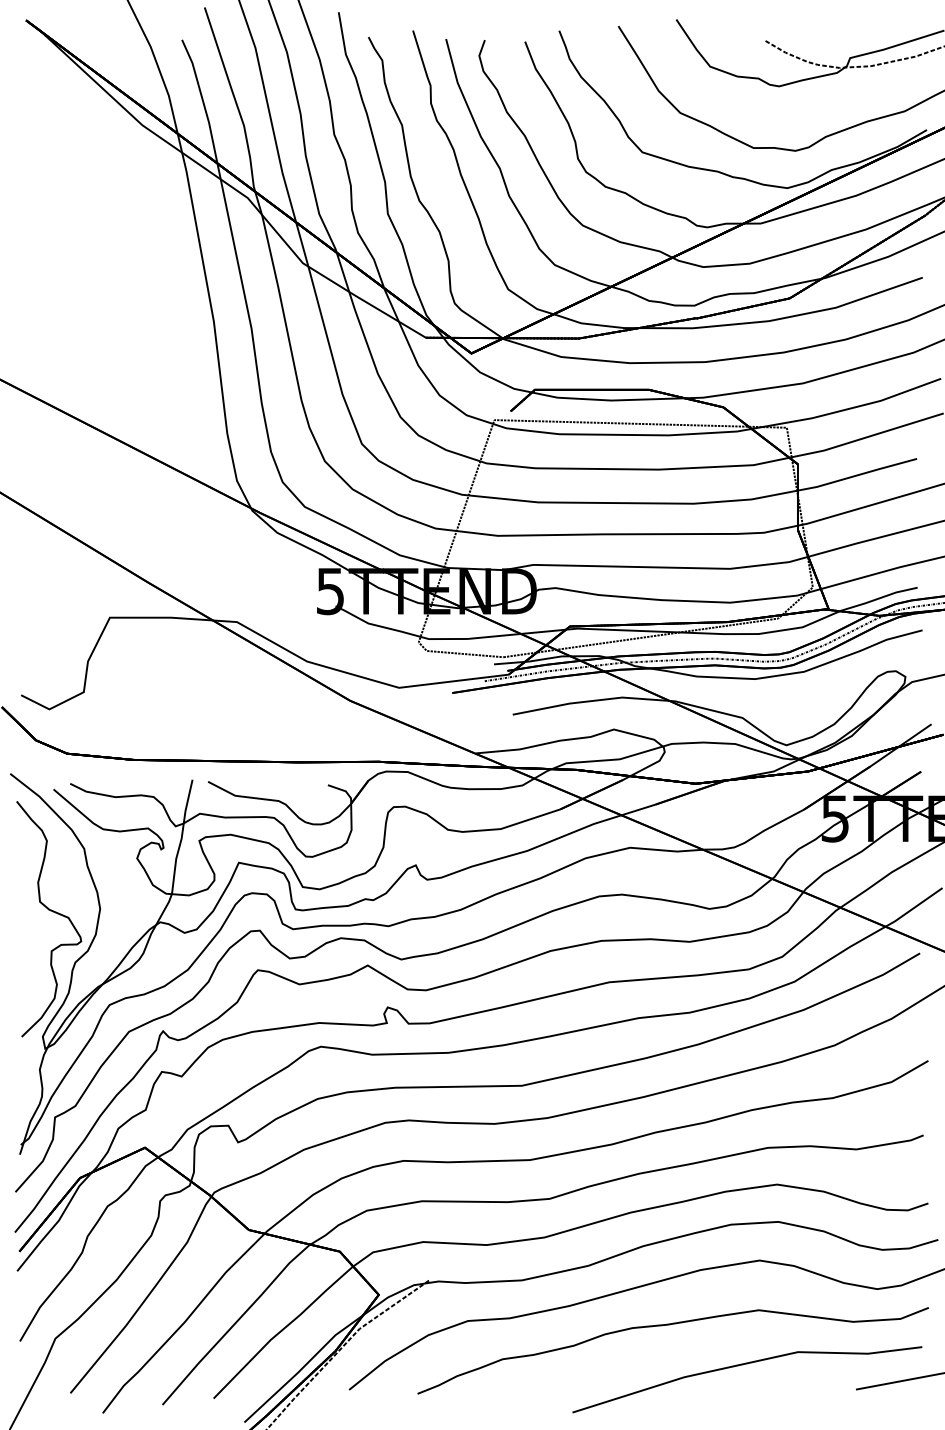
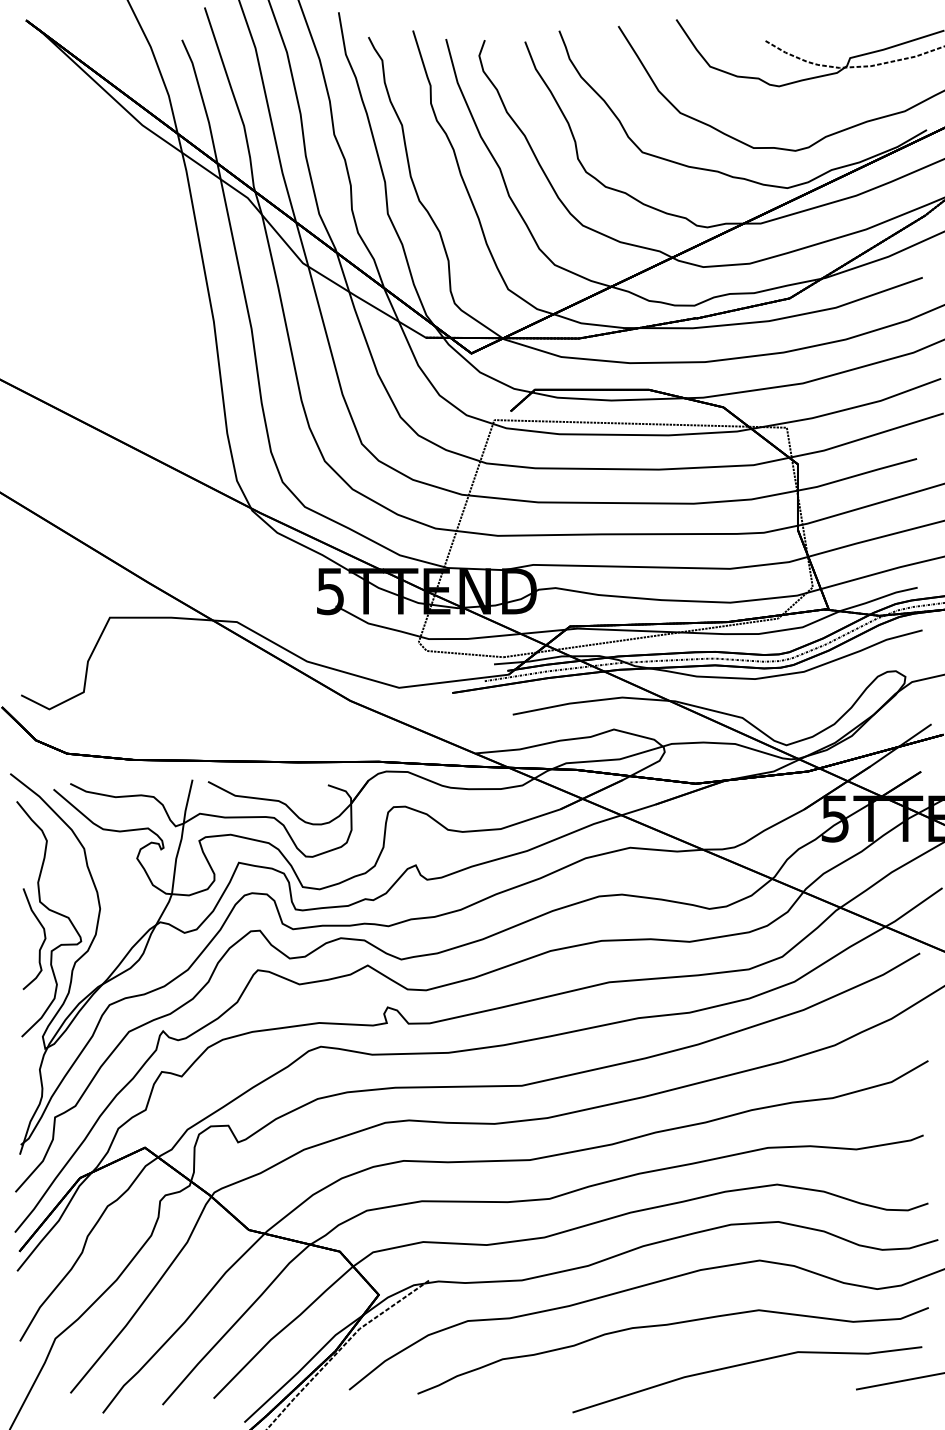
curve at (42, 942): none -> present
